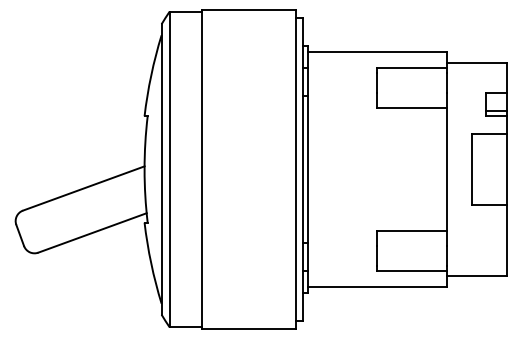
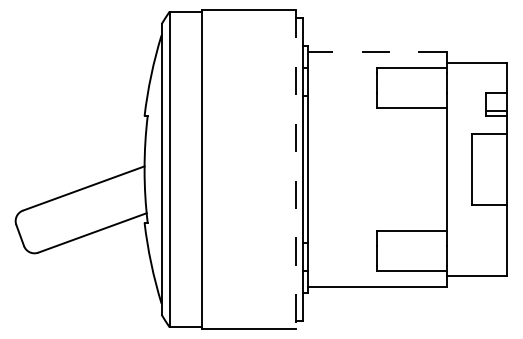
line at (376, 52): solid -> dashed
line at (295, 169): solid -> dashed
